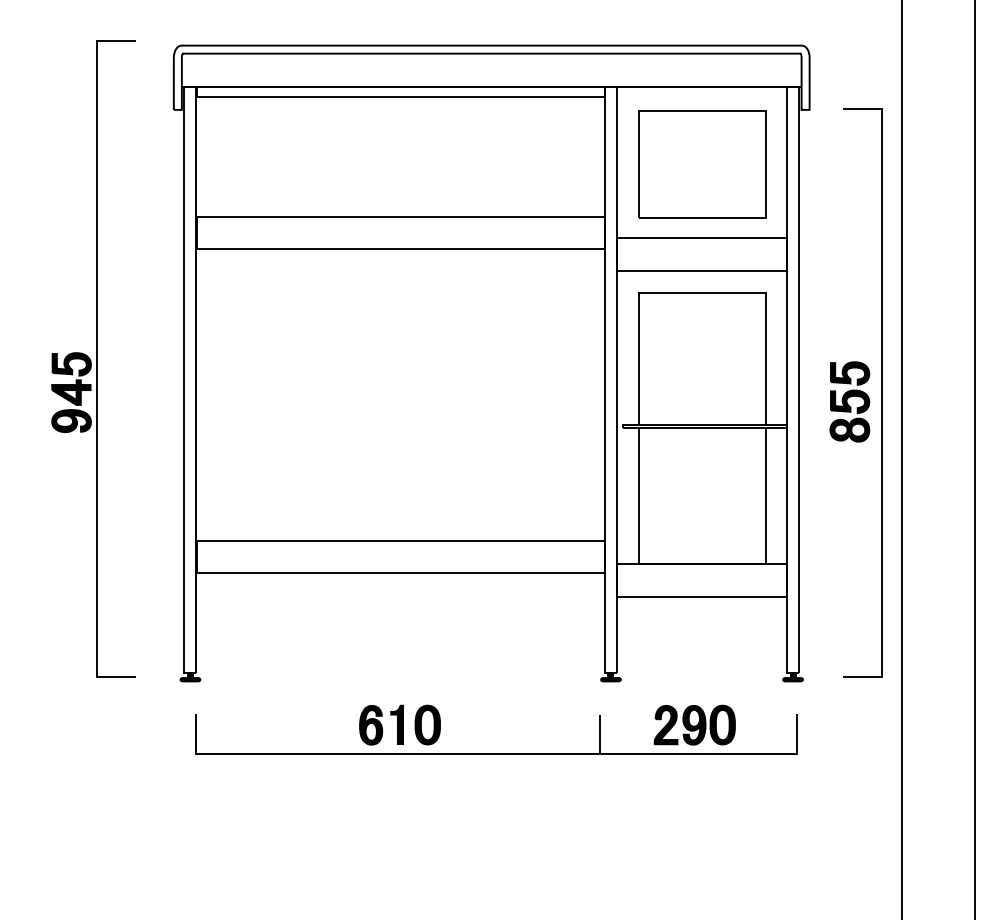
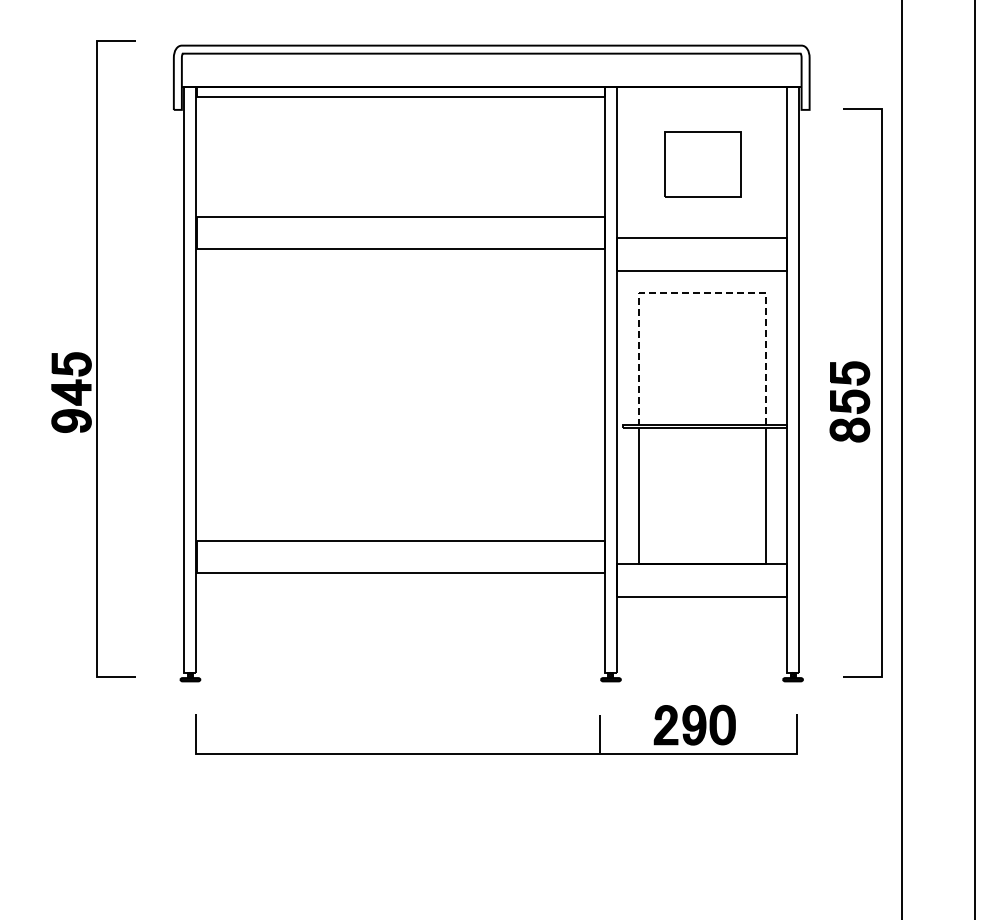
part at (702, 164) size: 129x109 px -> 78x67 px
line at (702, 292): solid -> dashed
part at (399, 724): present -> none
